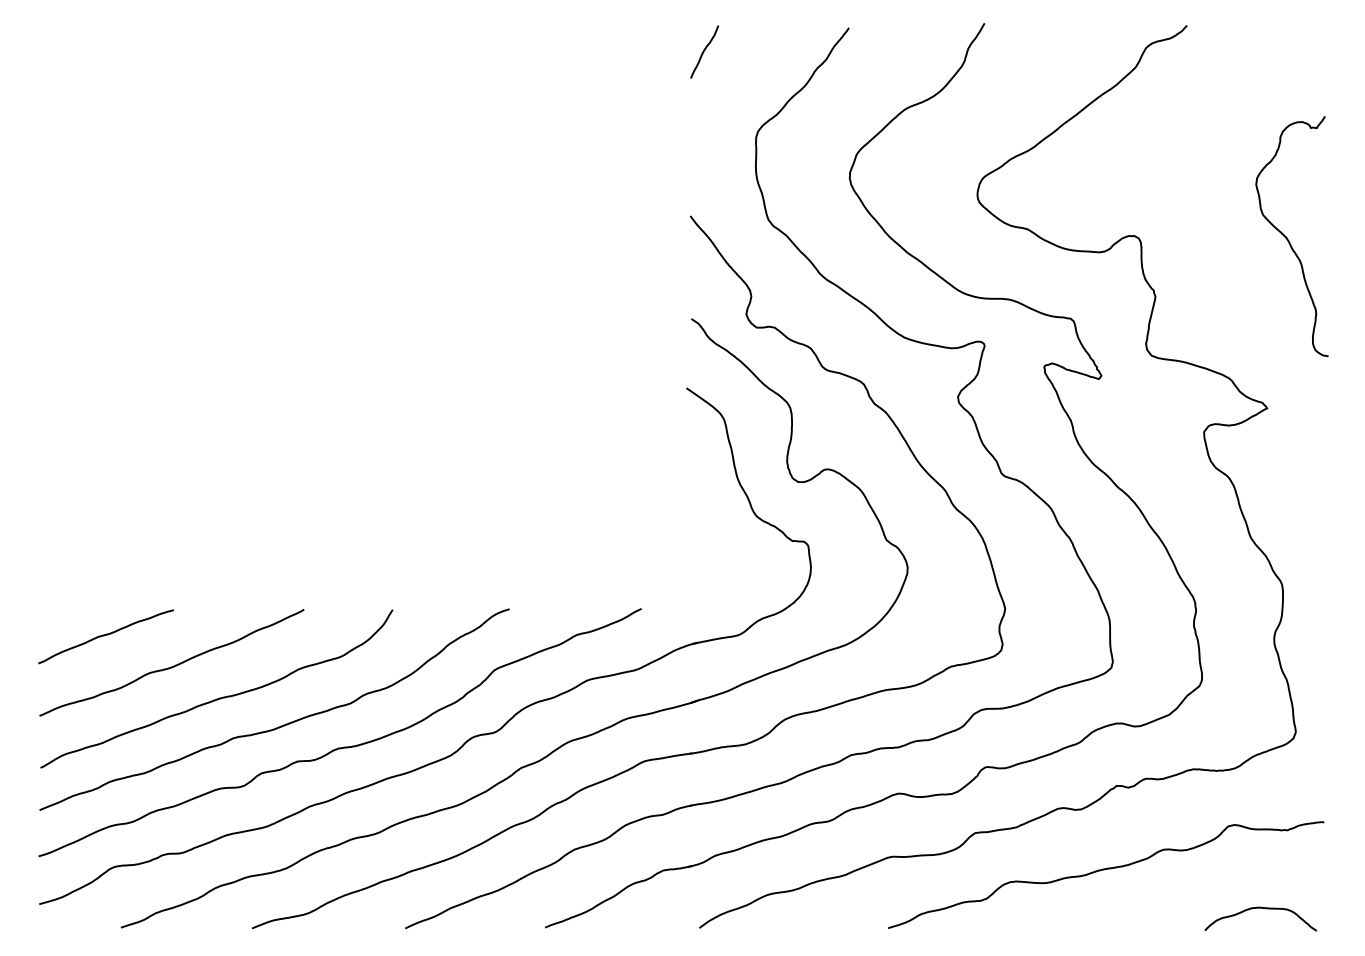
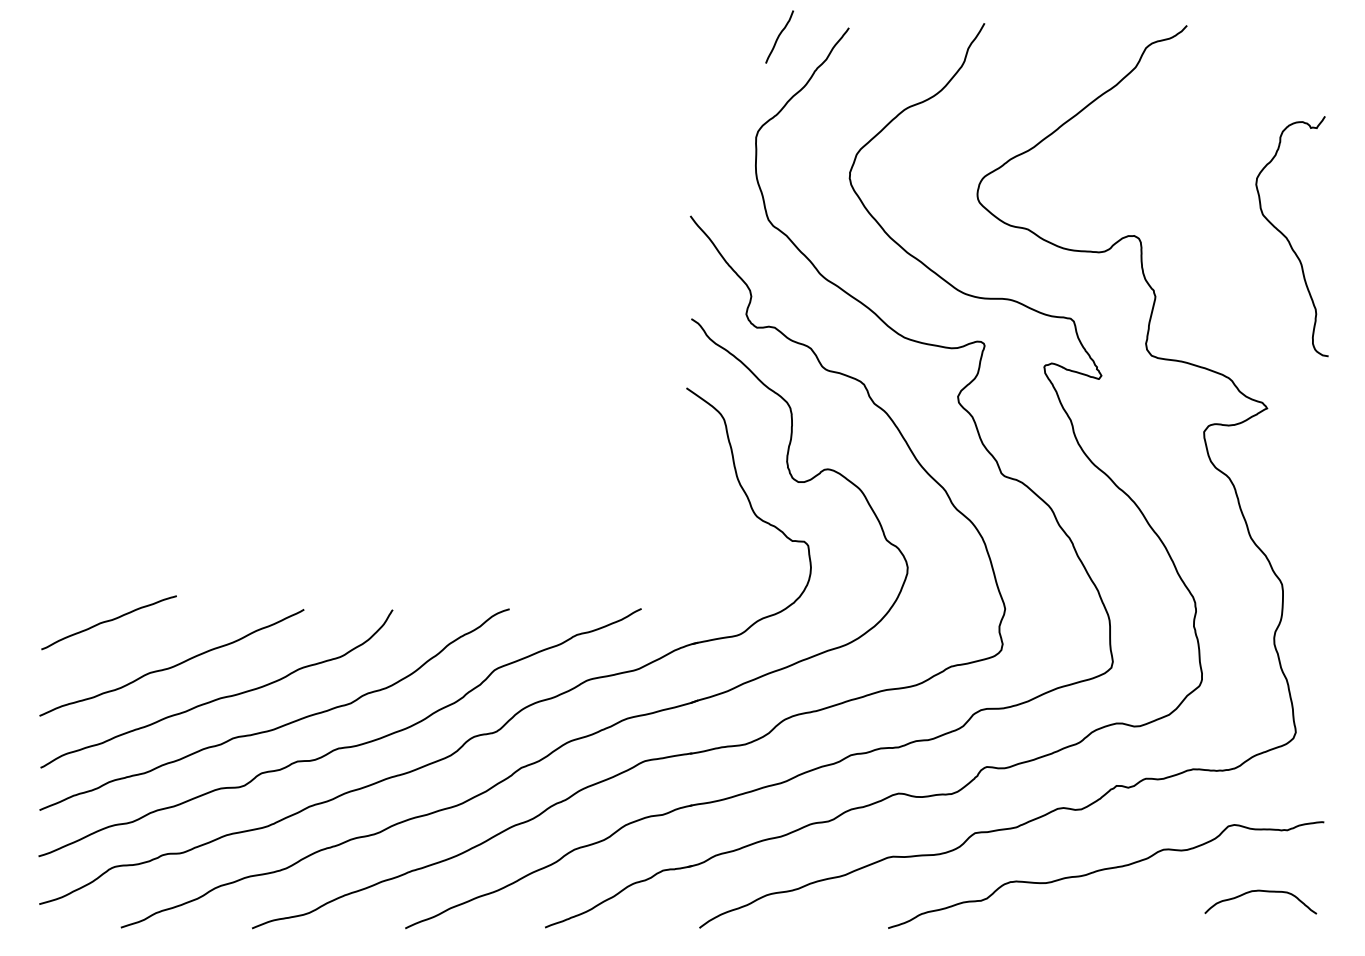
curve at (704, 51) position: (704, 51) -> (779, 36)
curve at (105, 635) position: (105, 635) -> (108, 621)
curve at (1260, 908) position: (1260, 908) -> (1260, 891)
